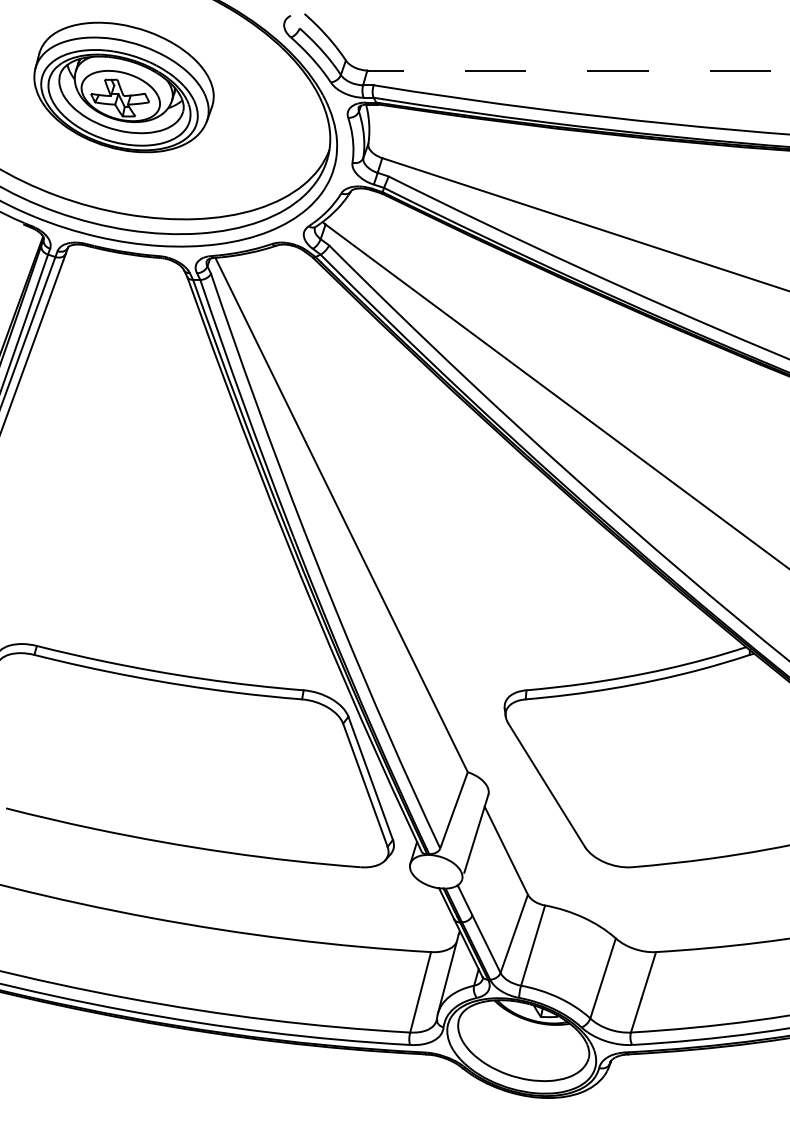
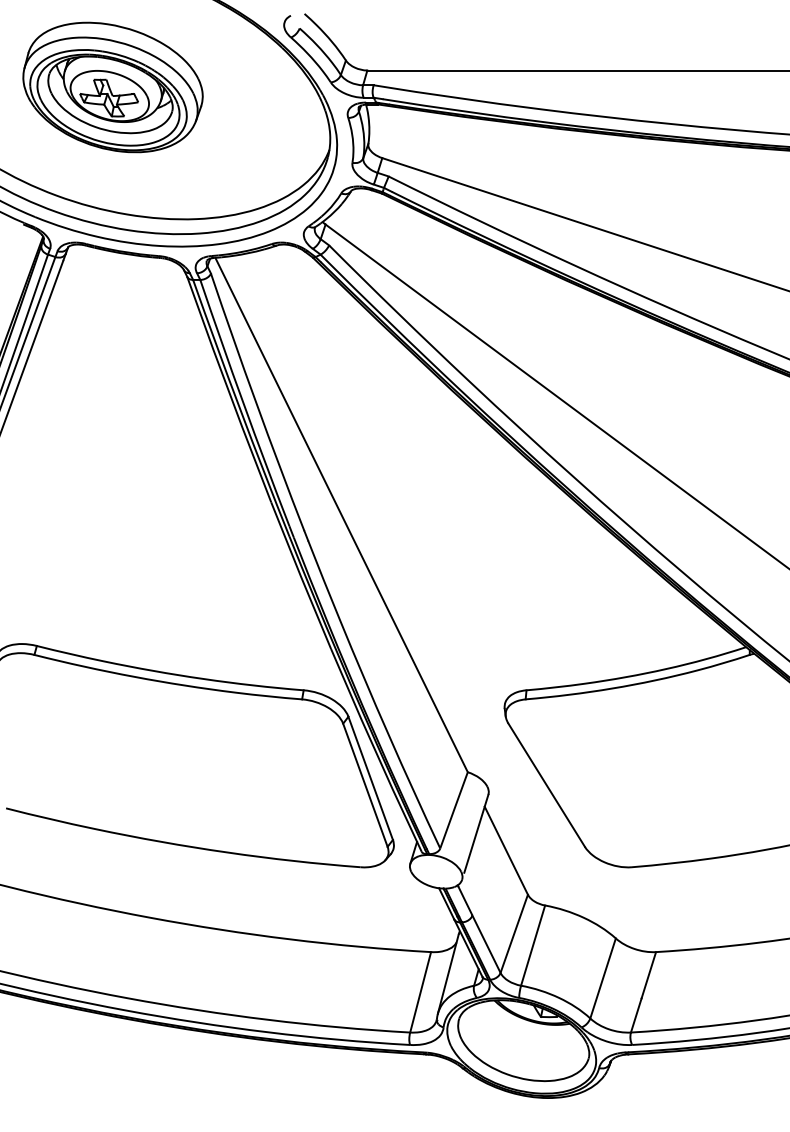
line at (578, 70): dashed -> solid
part at (123, 87) position: (123, 87) -> (112, 87)
